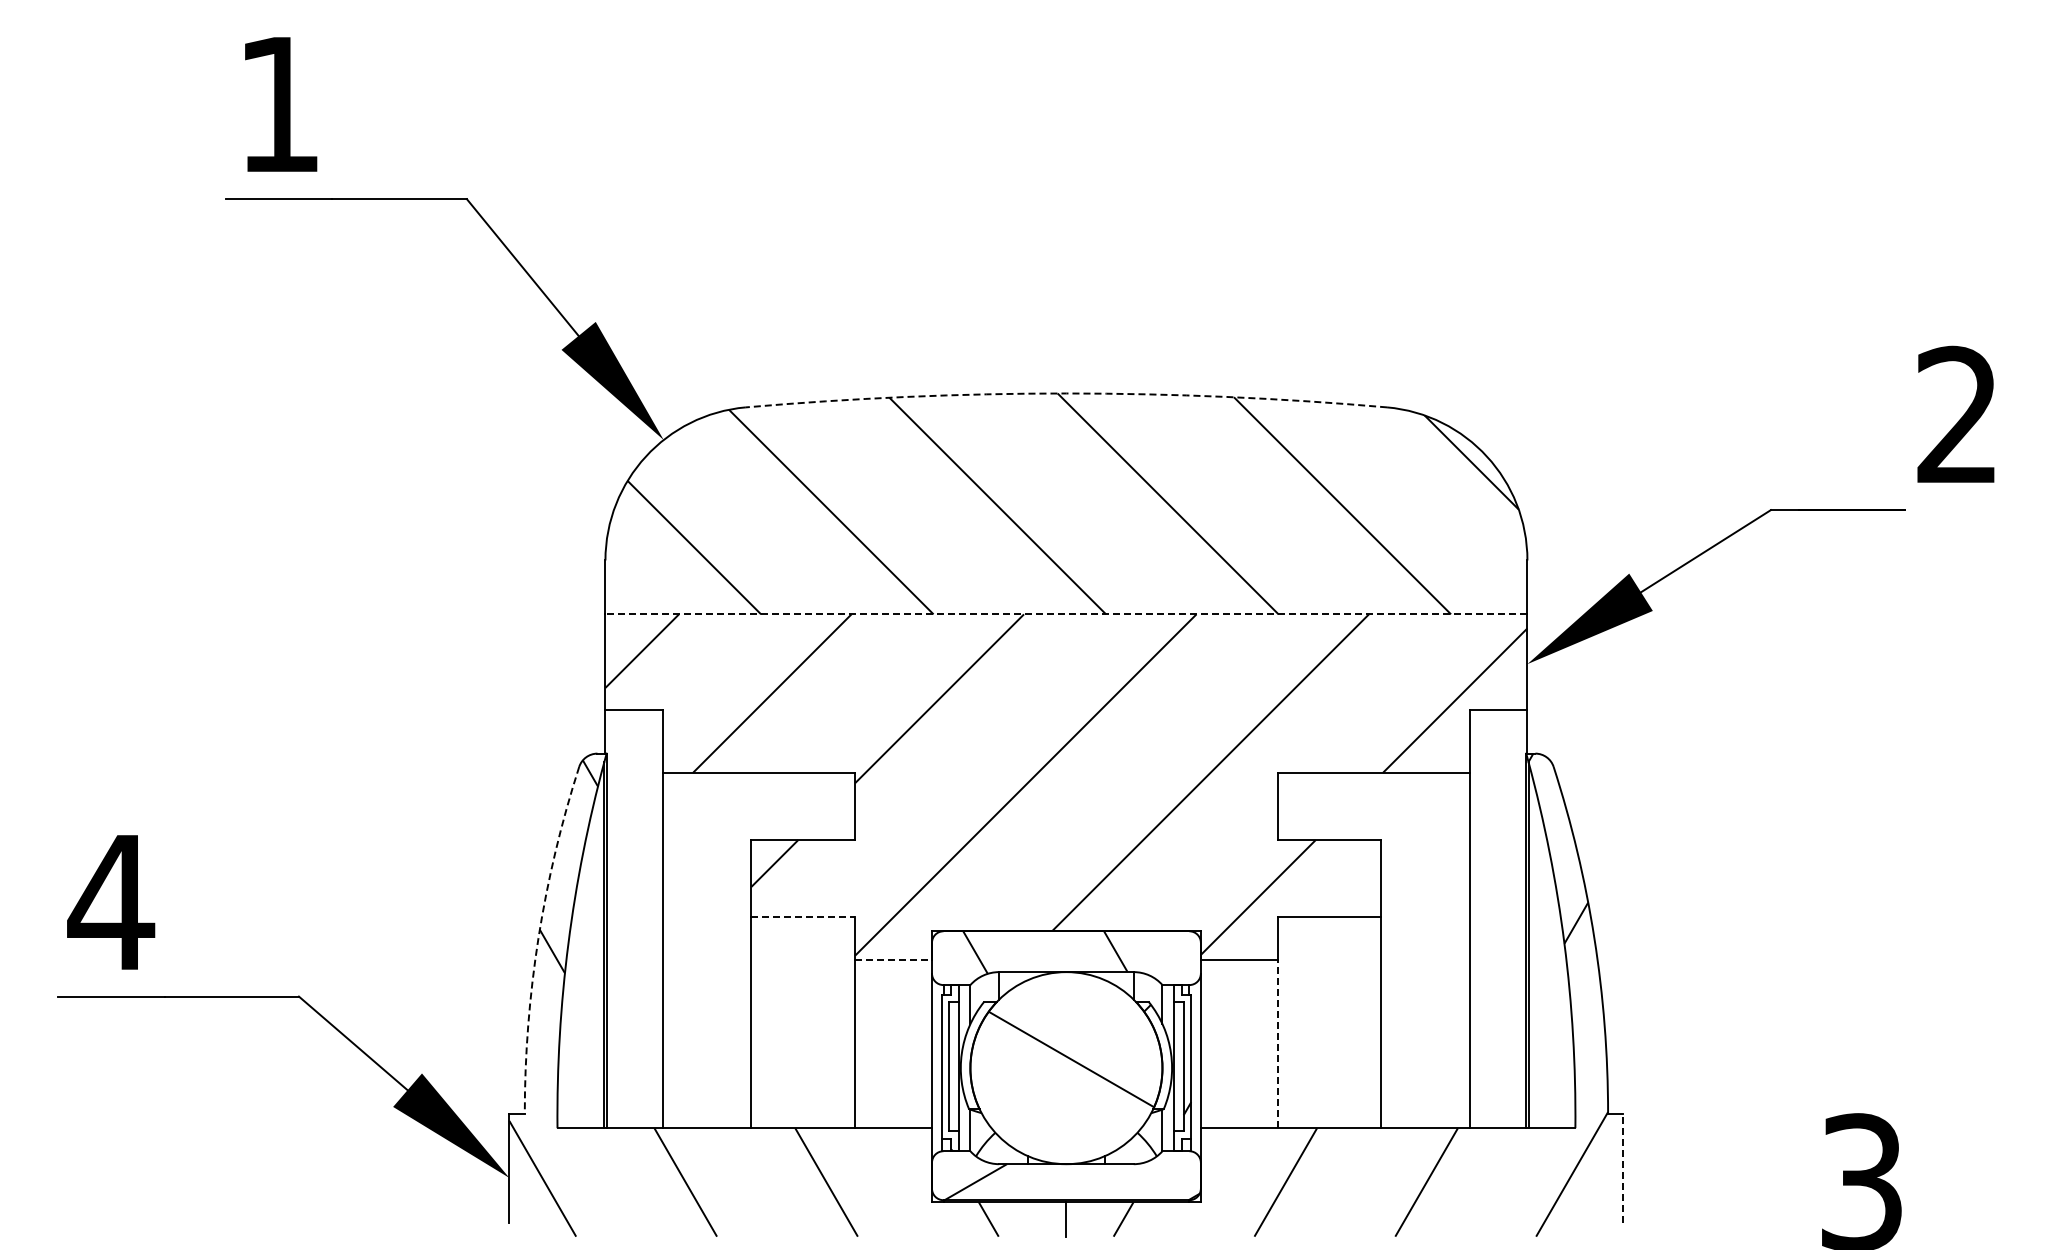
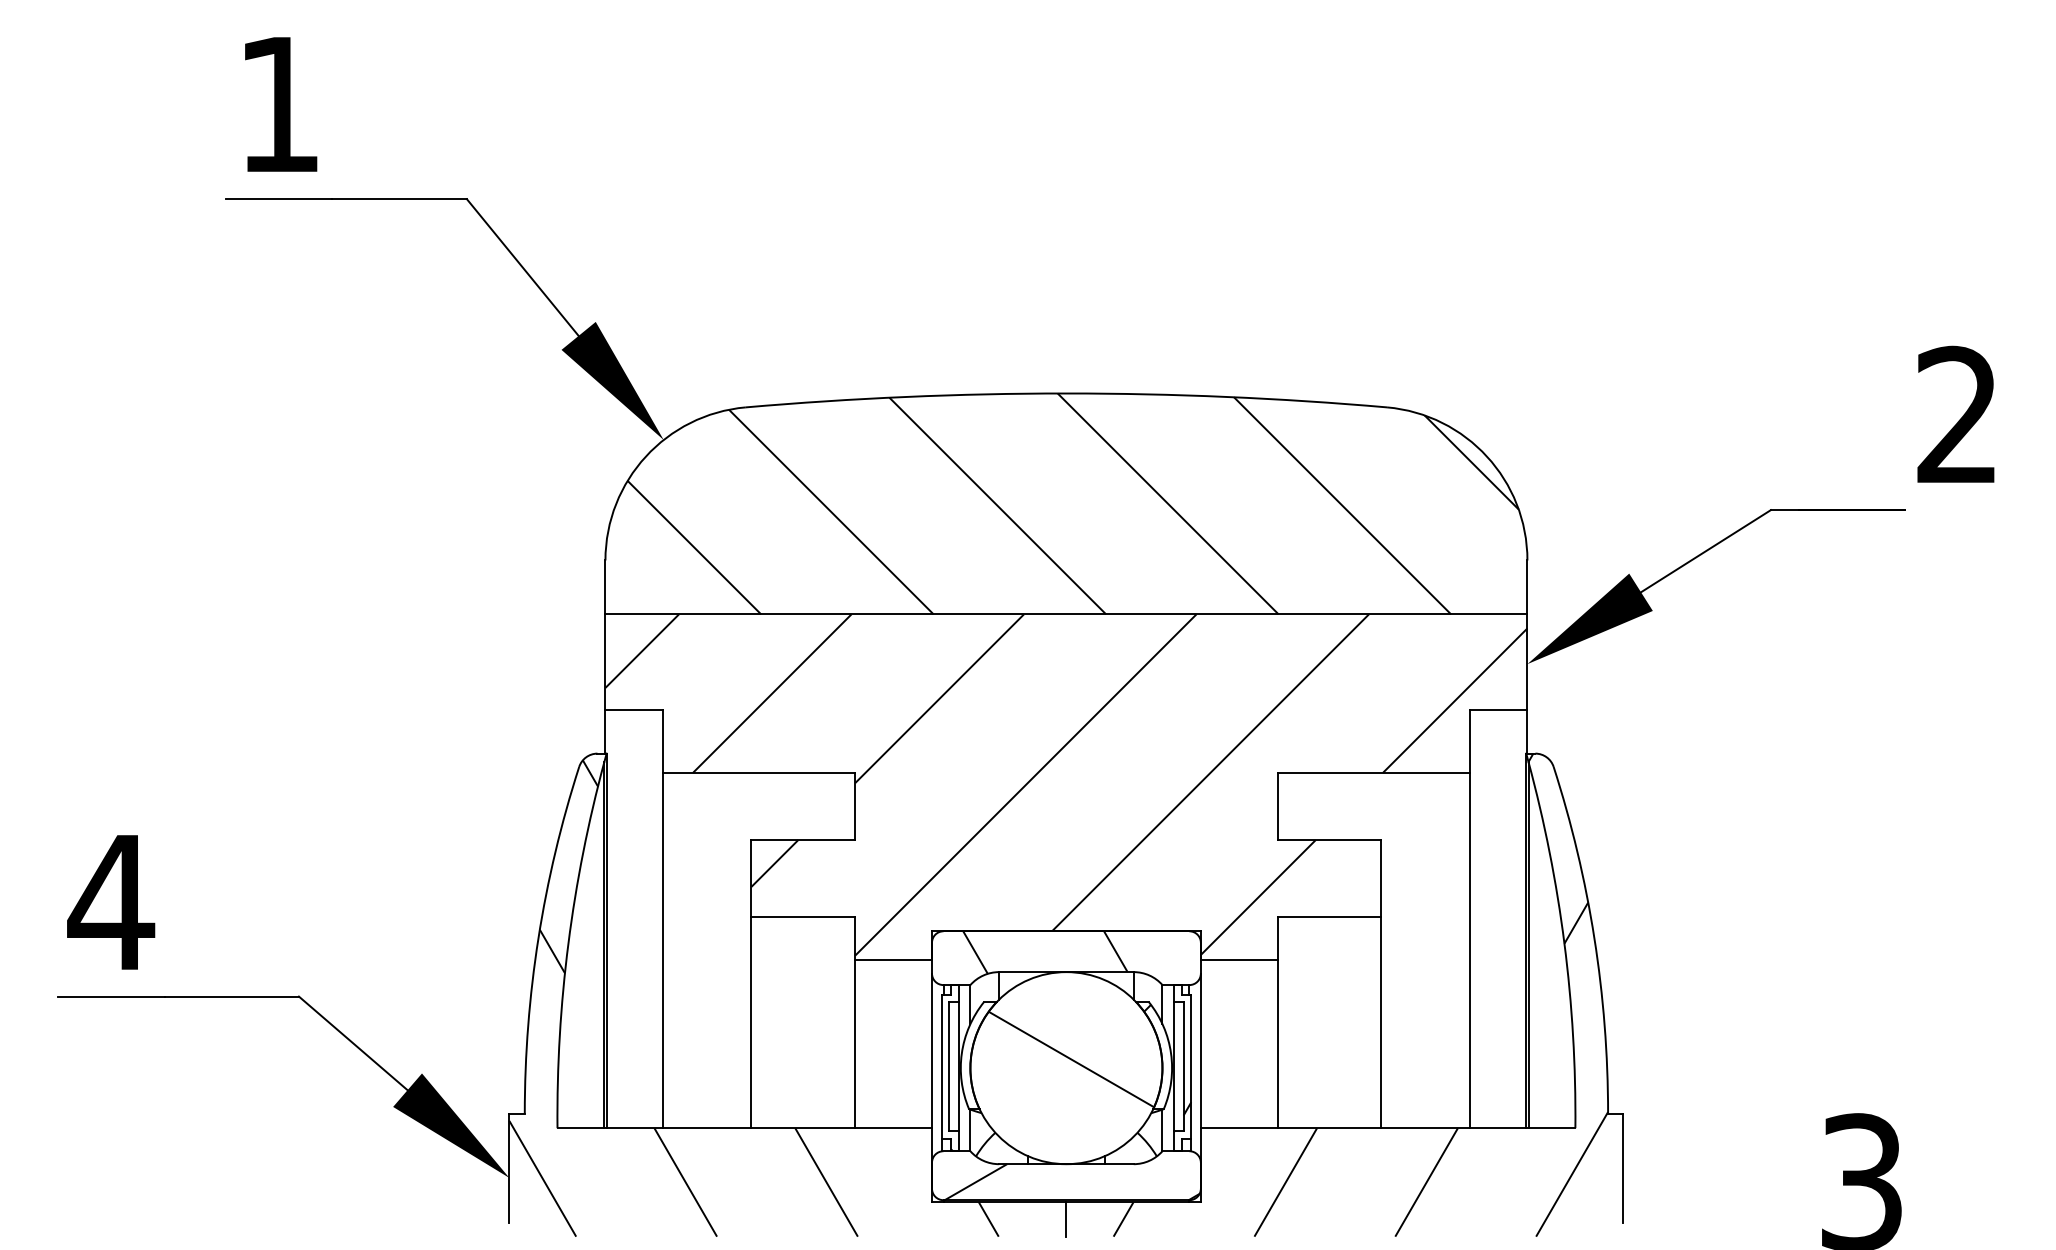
arc at (1066, 393): dashed -> solid
line at (1066, 614): dashed -> solid
line at (803, 916): dashed -> solid
arc at (538, 938): dashed -> solid
line at (894, 960): dashed -> solid
line at (1277, 1043): dashed -> solid
line at (1623, 1168): dashed -> solid
